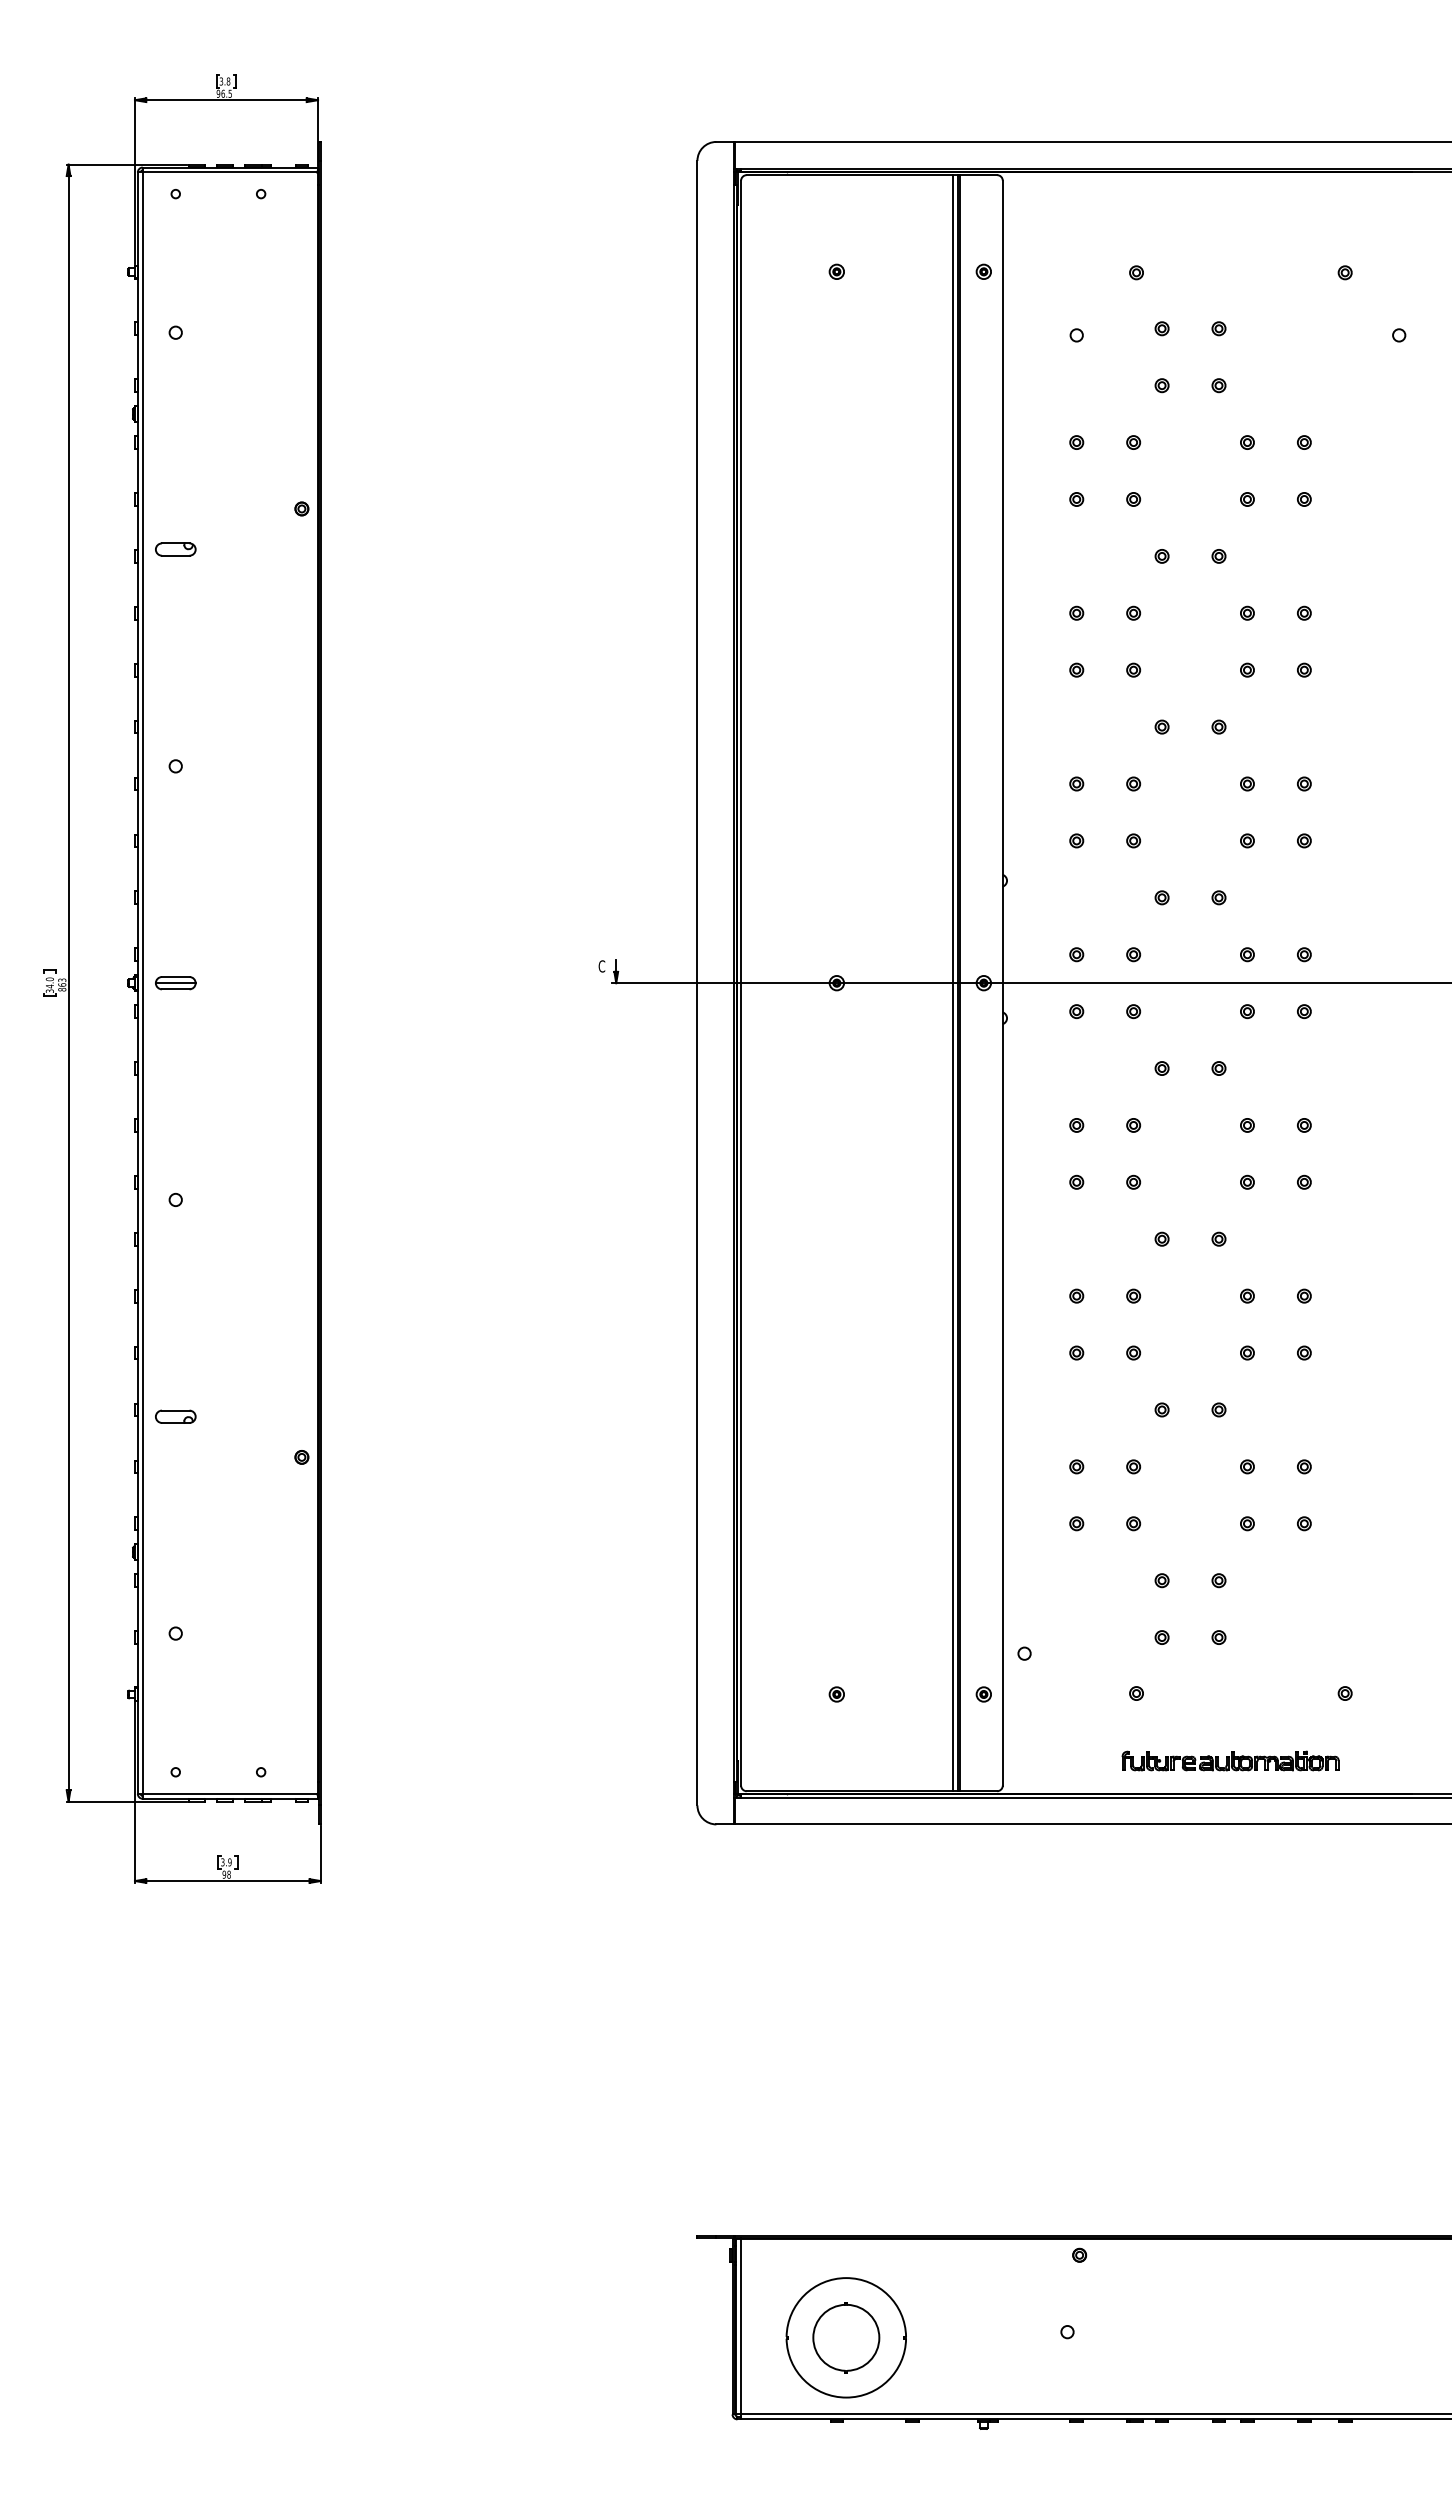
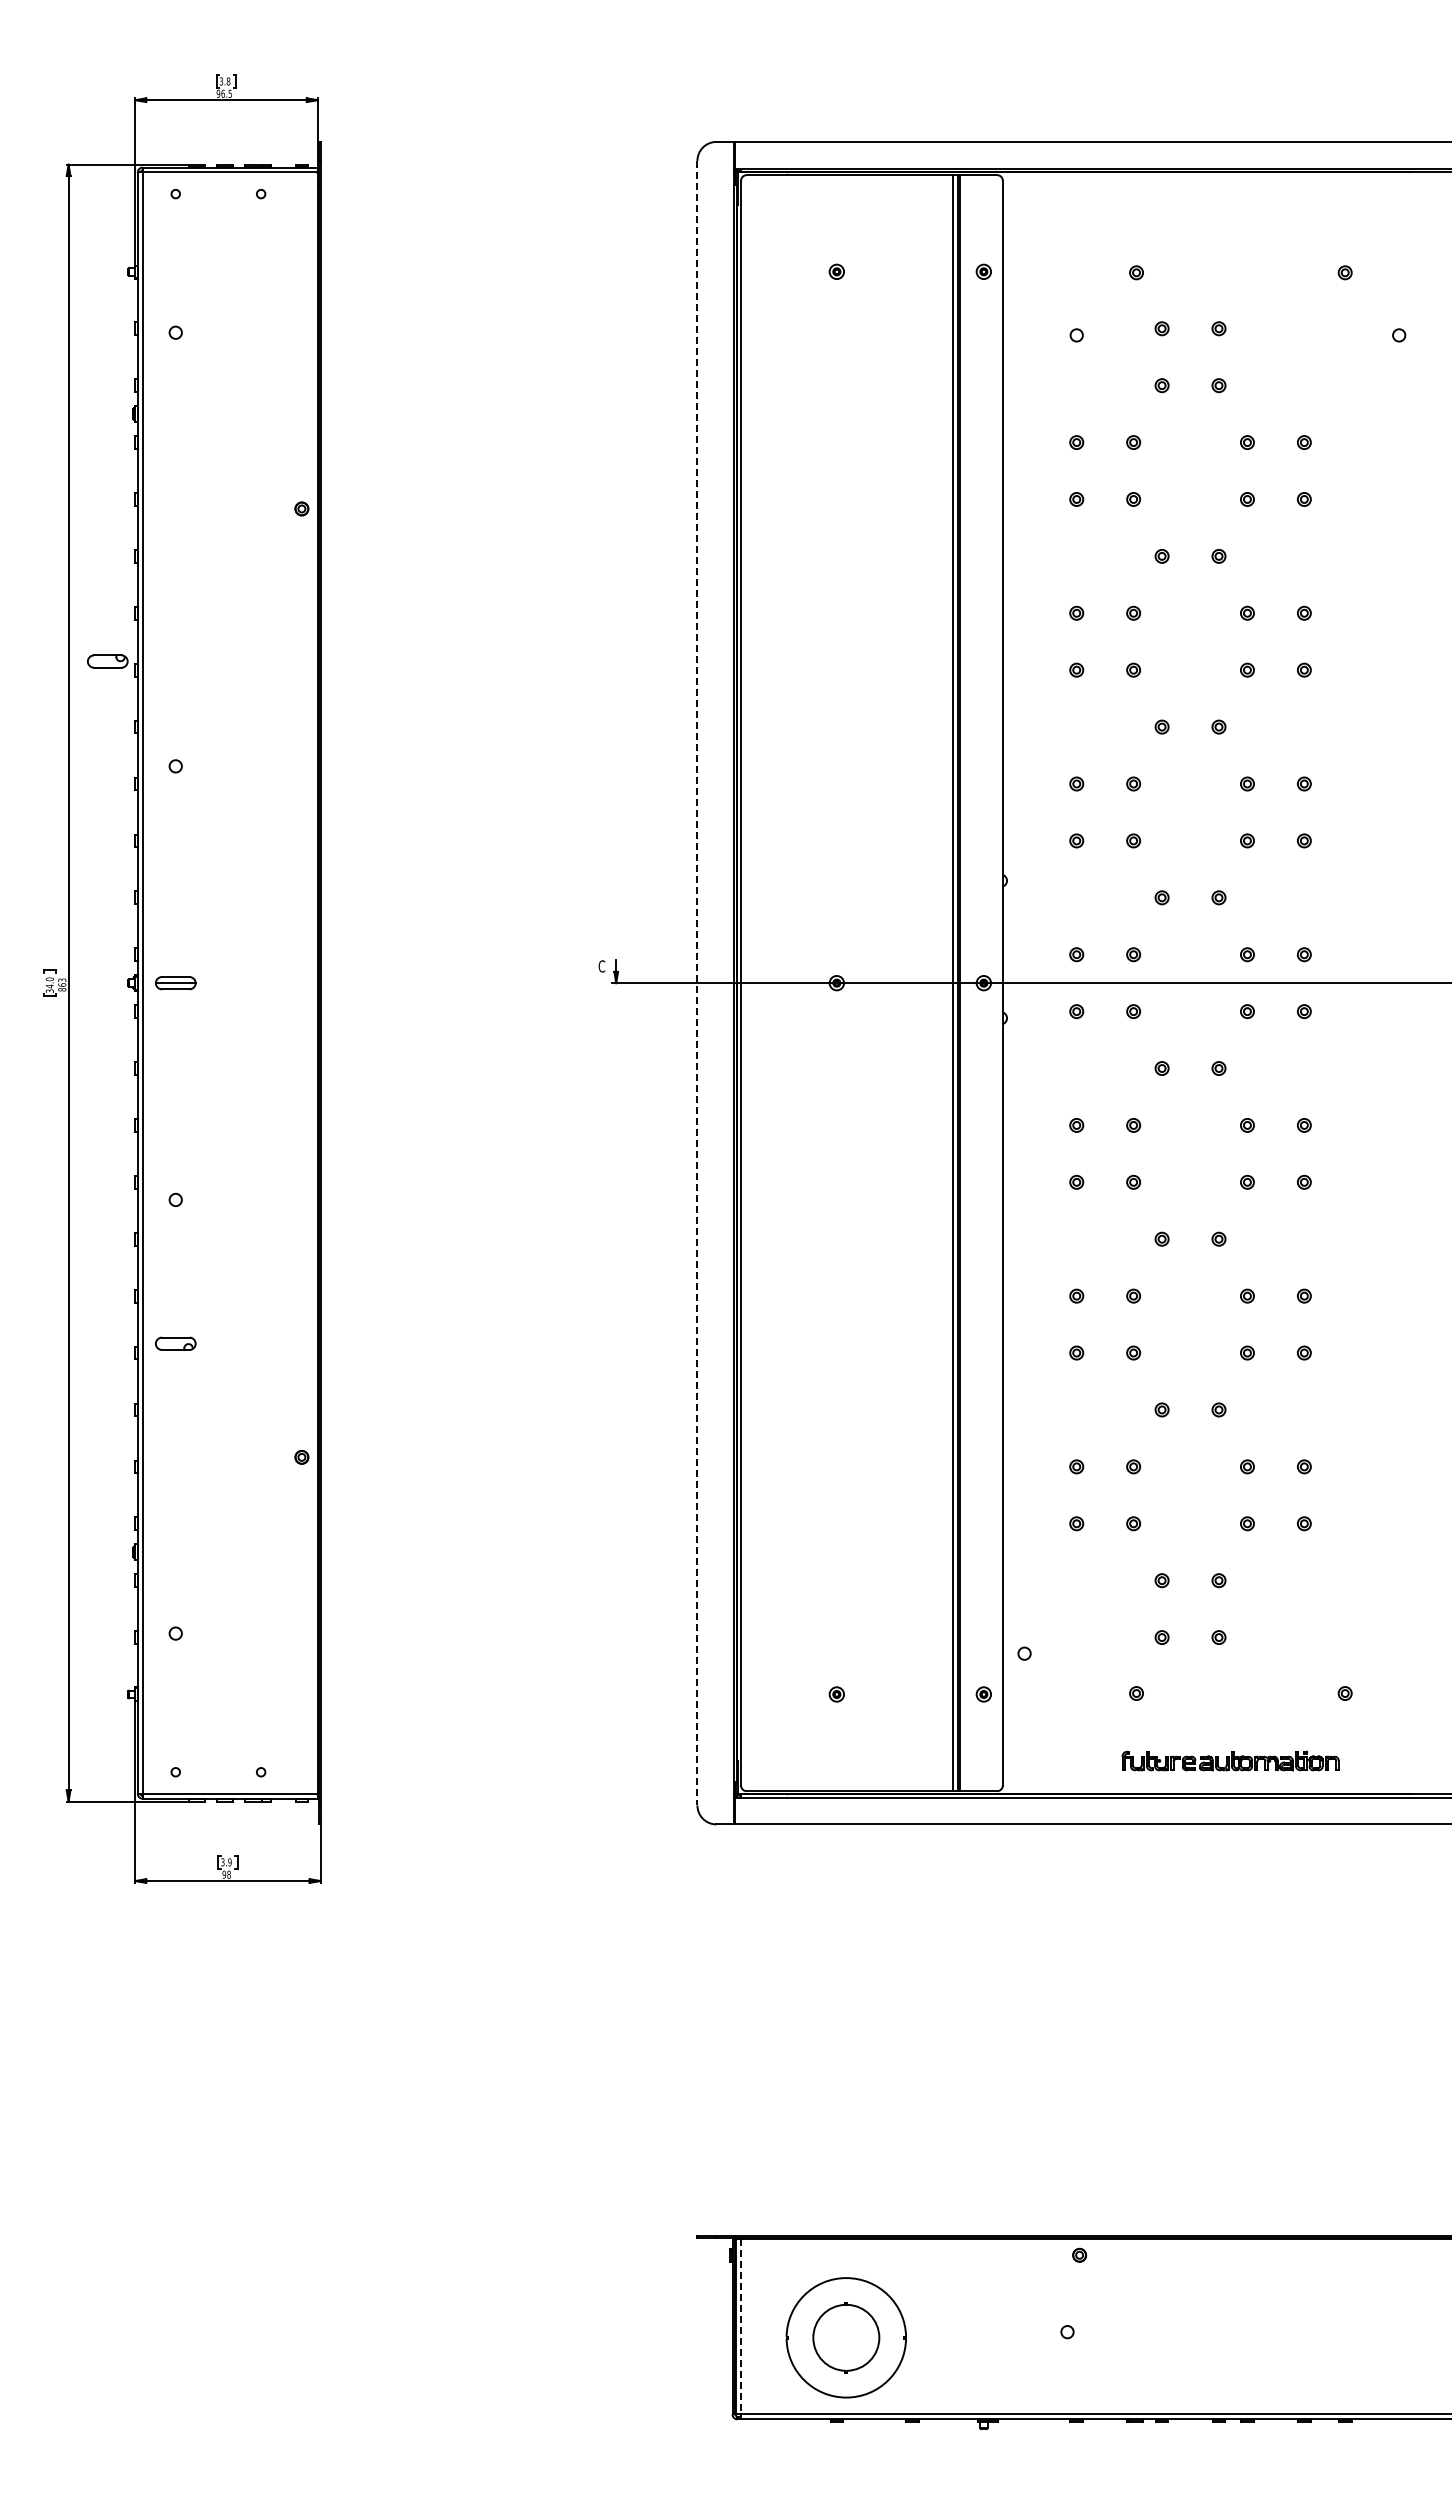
part at (175, 549) position: (175, 549) -> (107, 661)
line at (697, 983): solid -> dashed
part at (175, 1416) position: (175, 1416) -> (175, 1343)
line at (740, 2326): solid -> dashed
